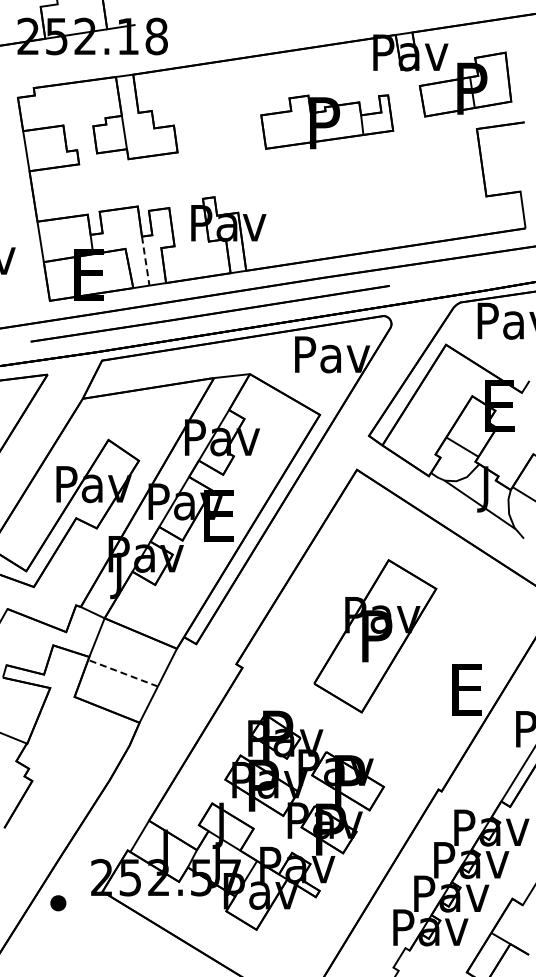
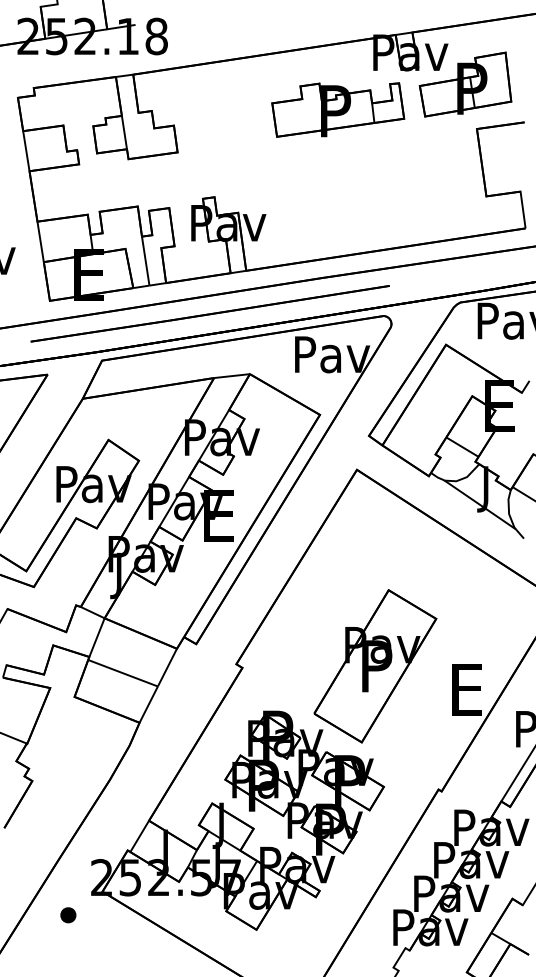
part at (327, 121) position: (327, 121) -> (338, 109)
line at (145, 261): dashed -> solid
part at (375, 636) position: (375, 636) -> (375, 666)
line at (122, 673): dashed -> solid
part at (58, 903) position: (58, 903) -> (68, 915)
